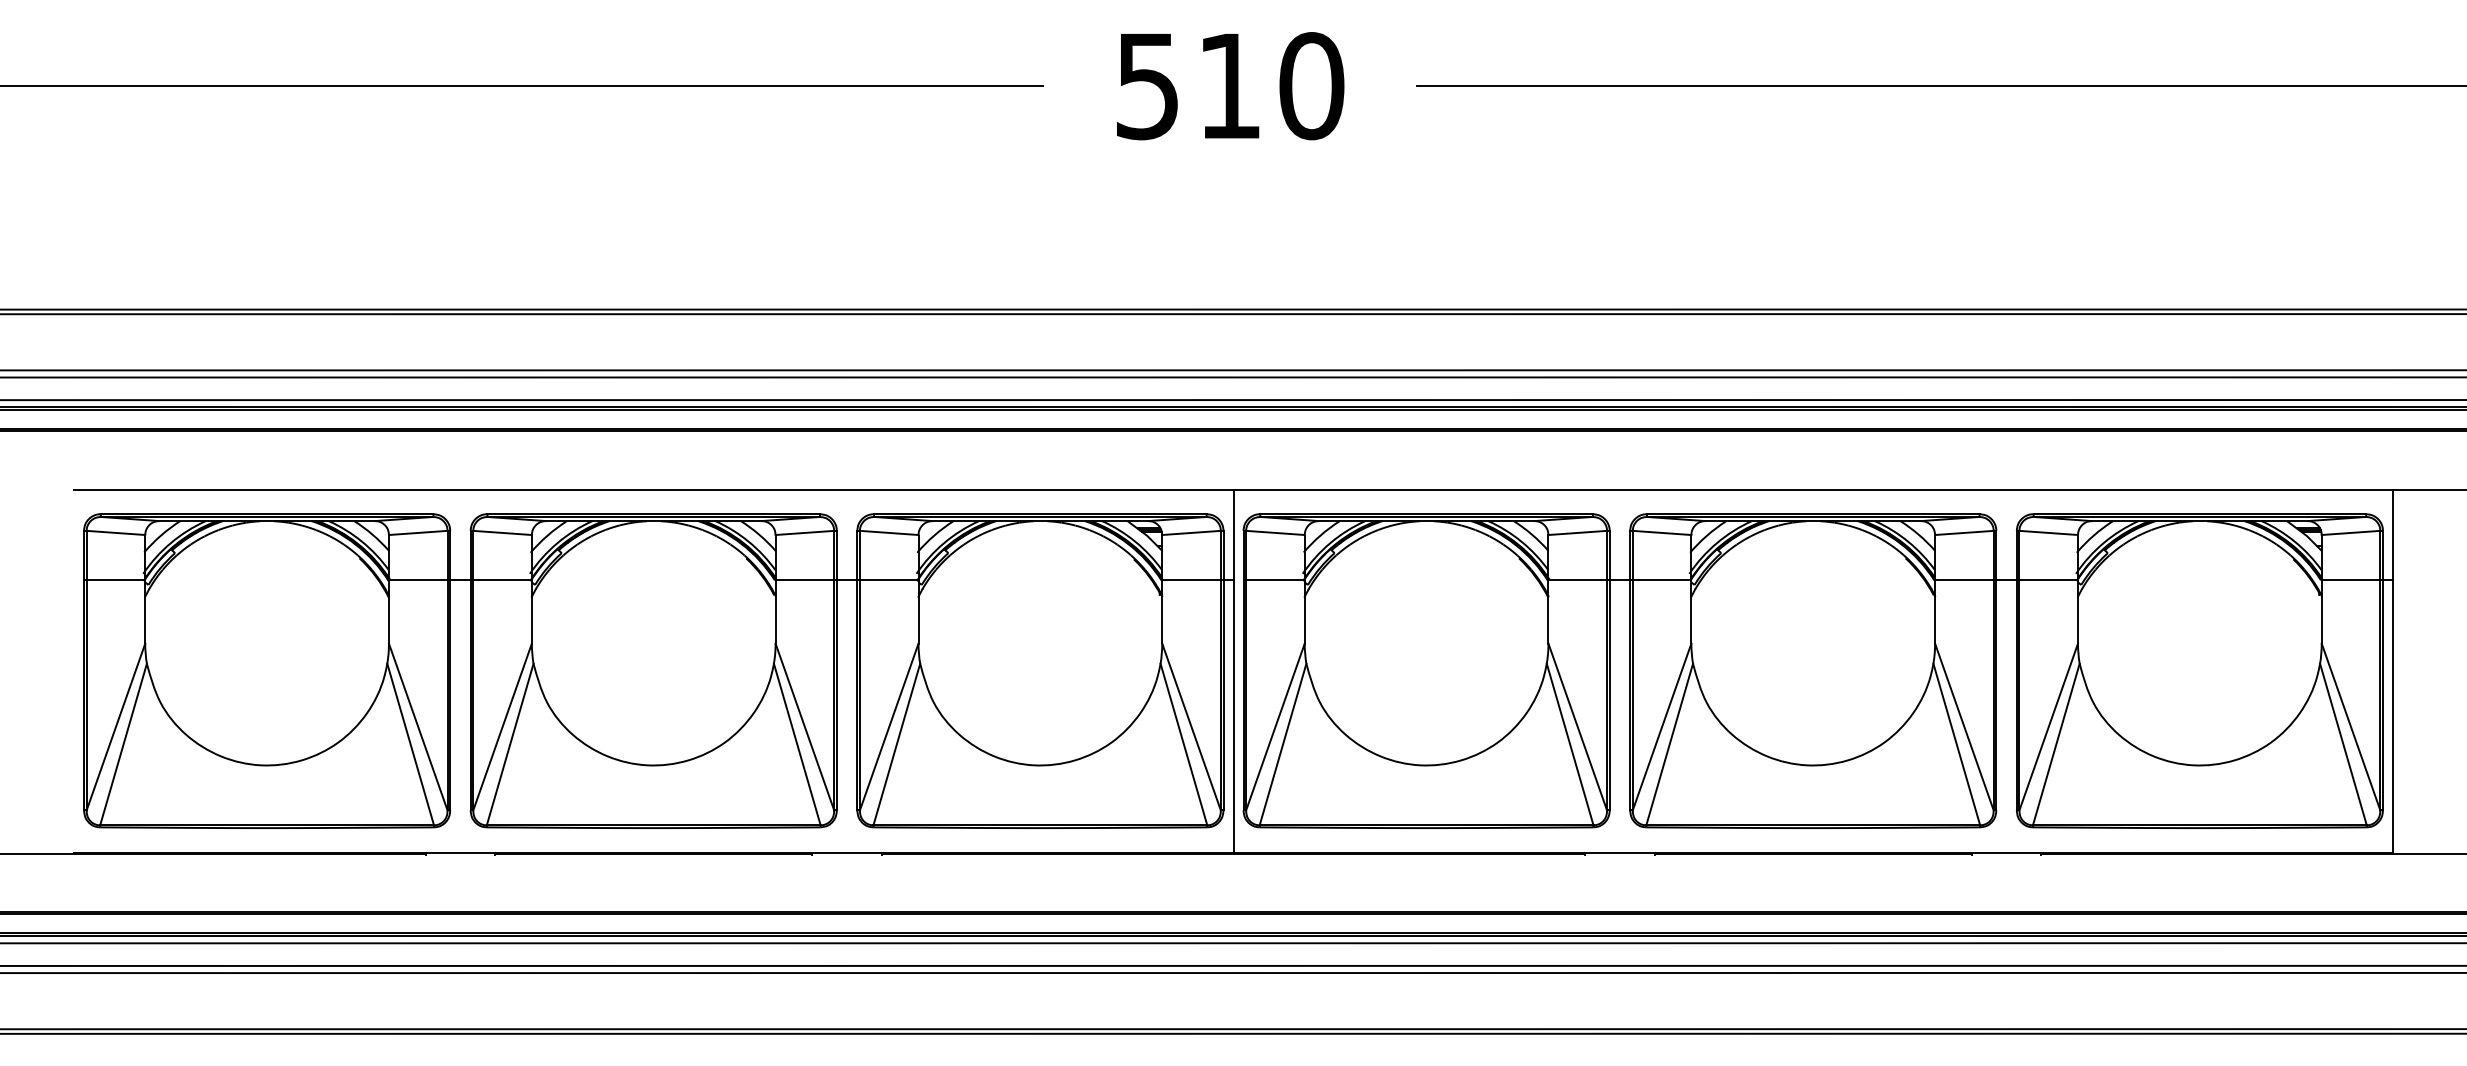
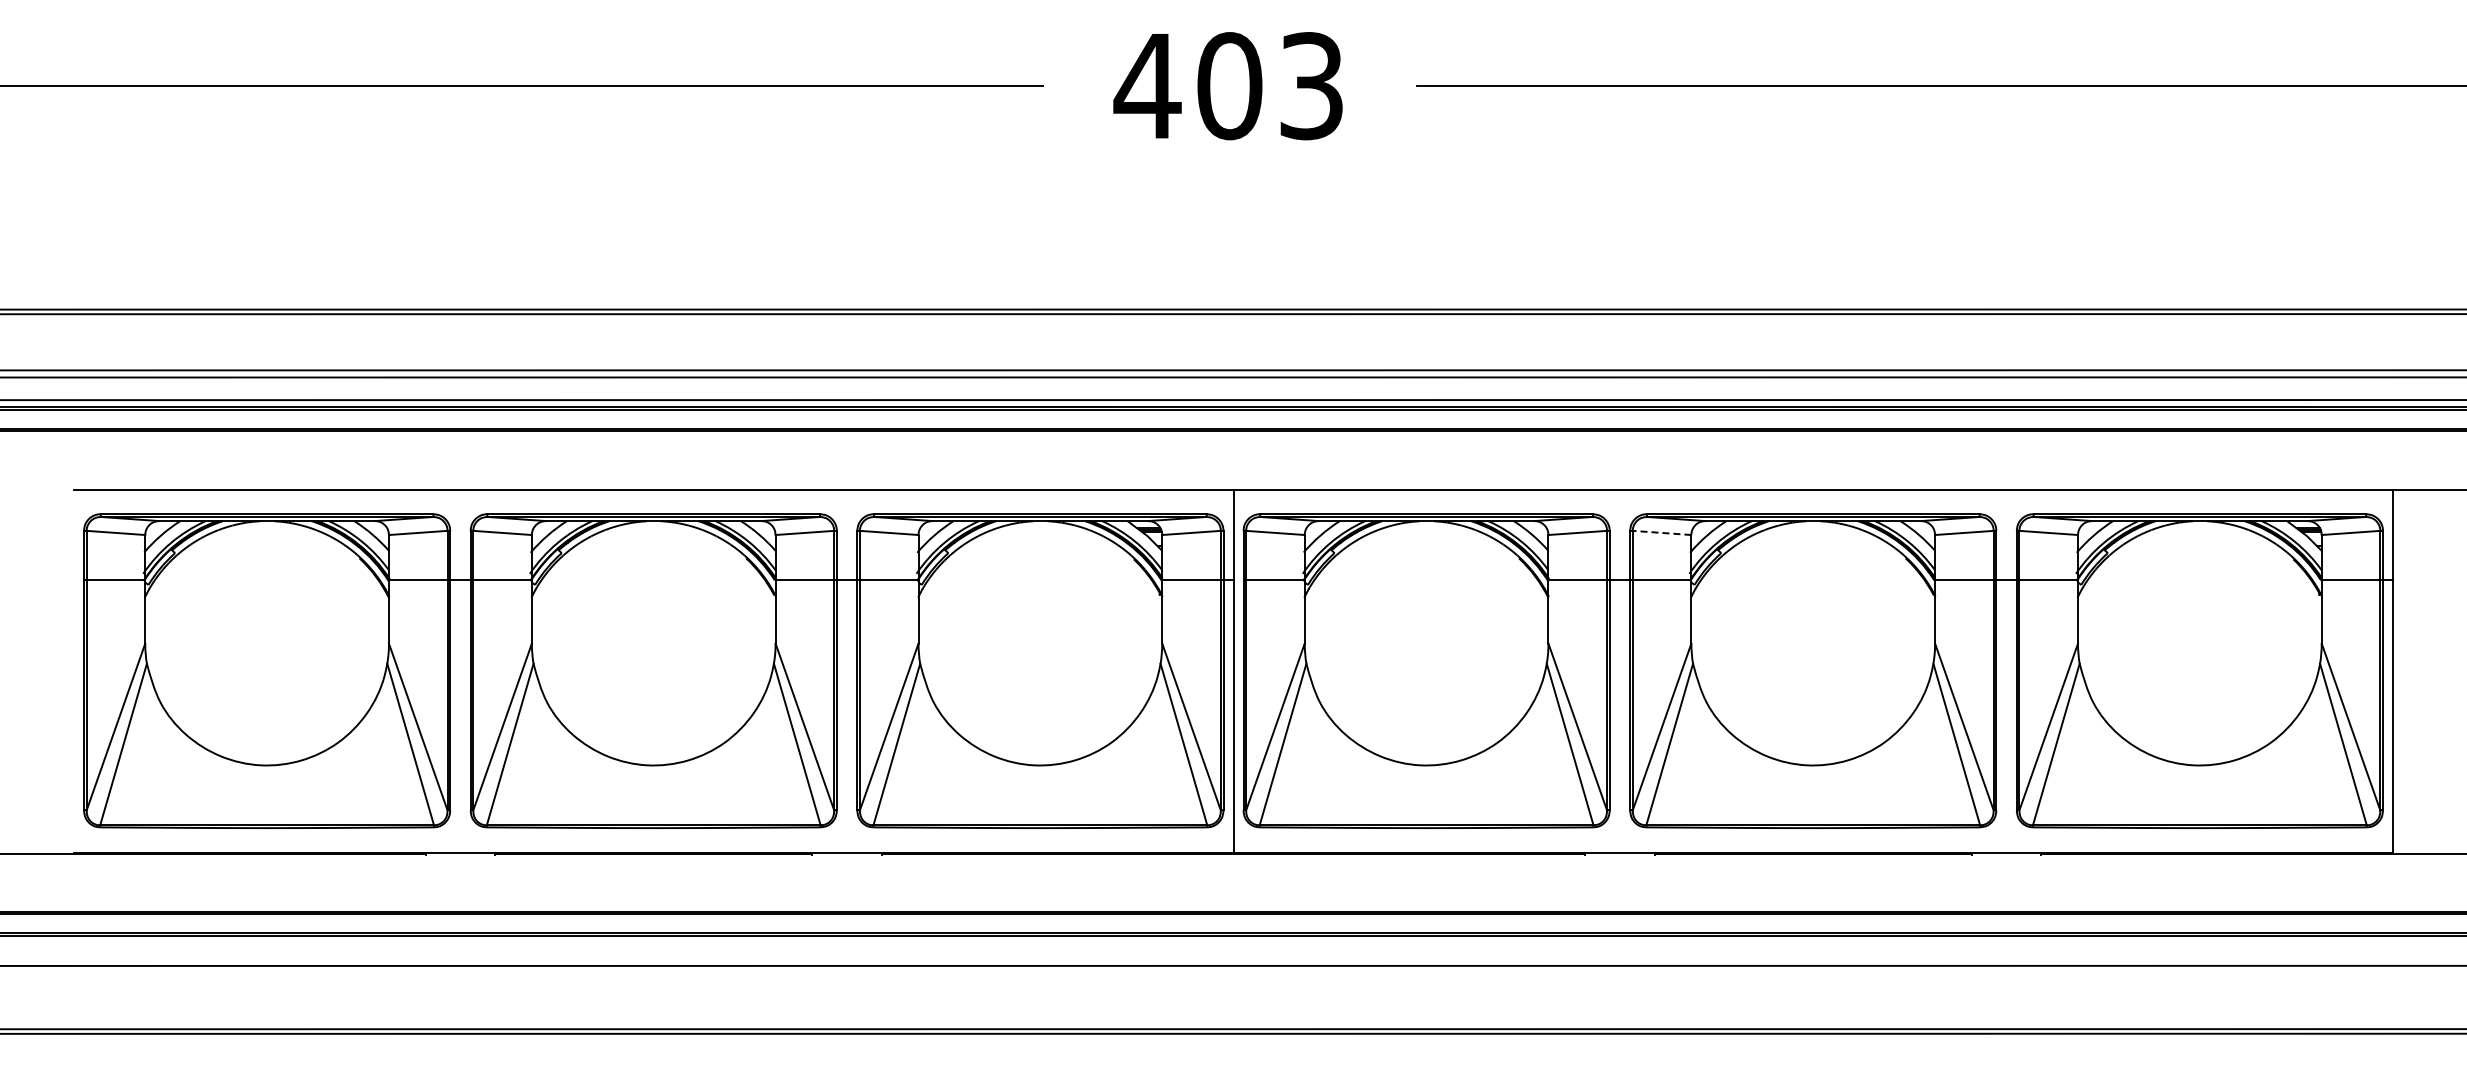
text at (1228, 86): 510 -> 403
line at (1661, 532): solid -> dashed
line at (1232, 943): present -> none
line at (1232, 972): present -> none
